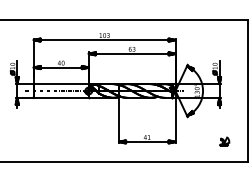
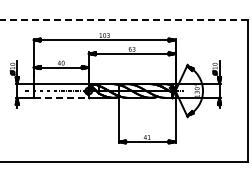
line at (123, 19): solid -> dashed
line at (62, 97): solid -> dashed
part at (224, 141): present -> none
